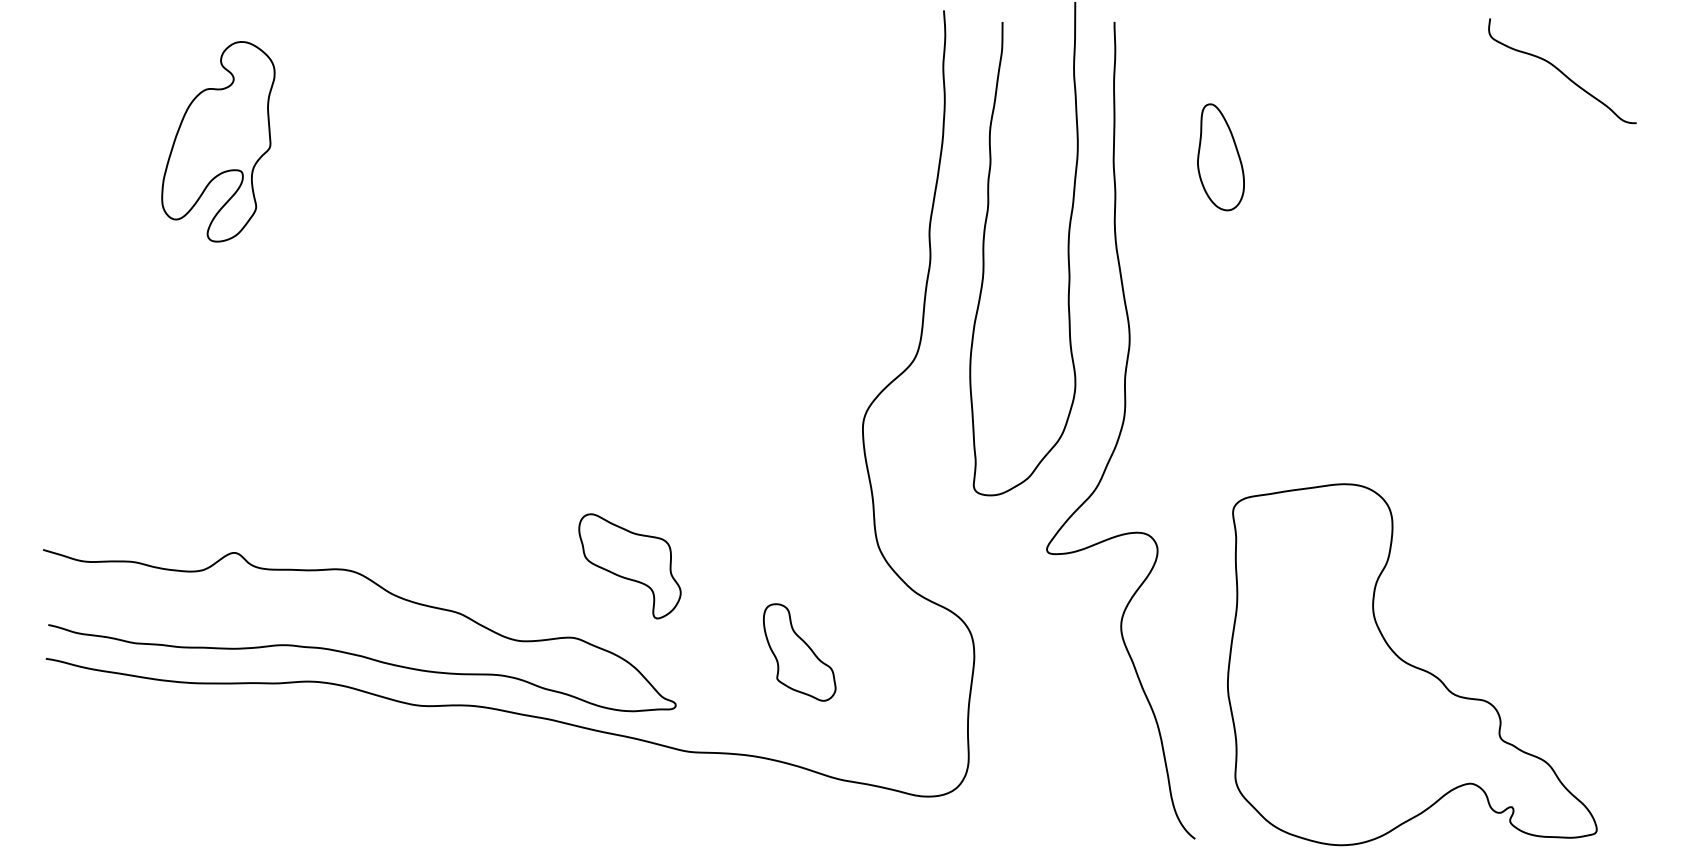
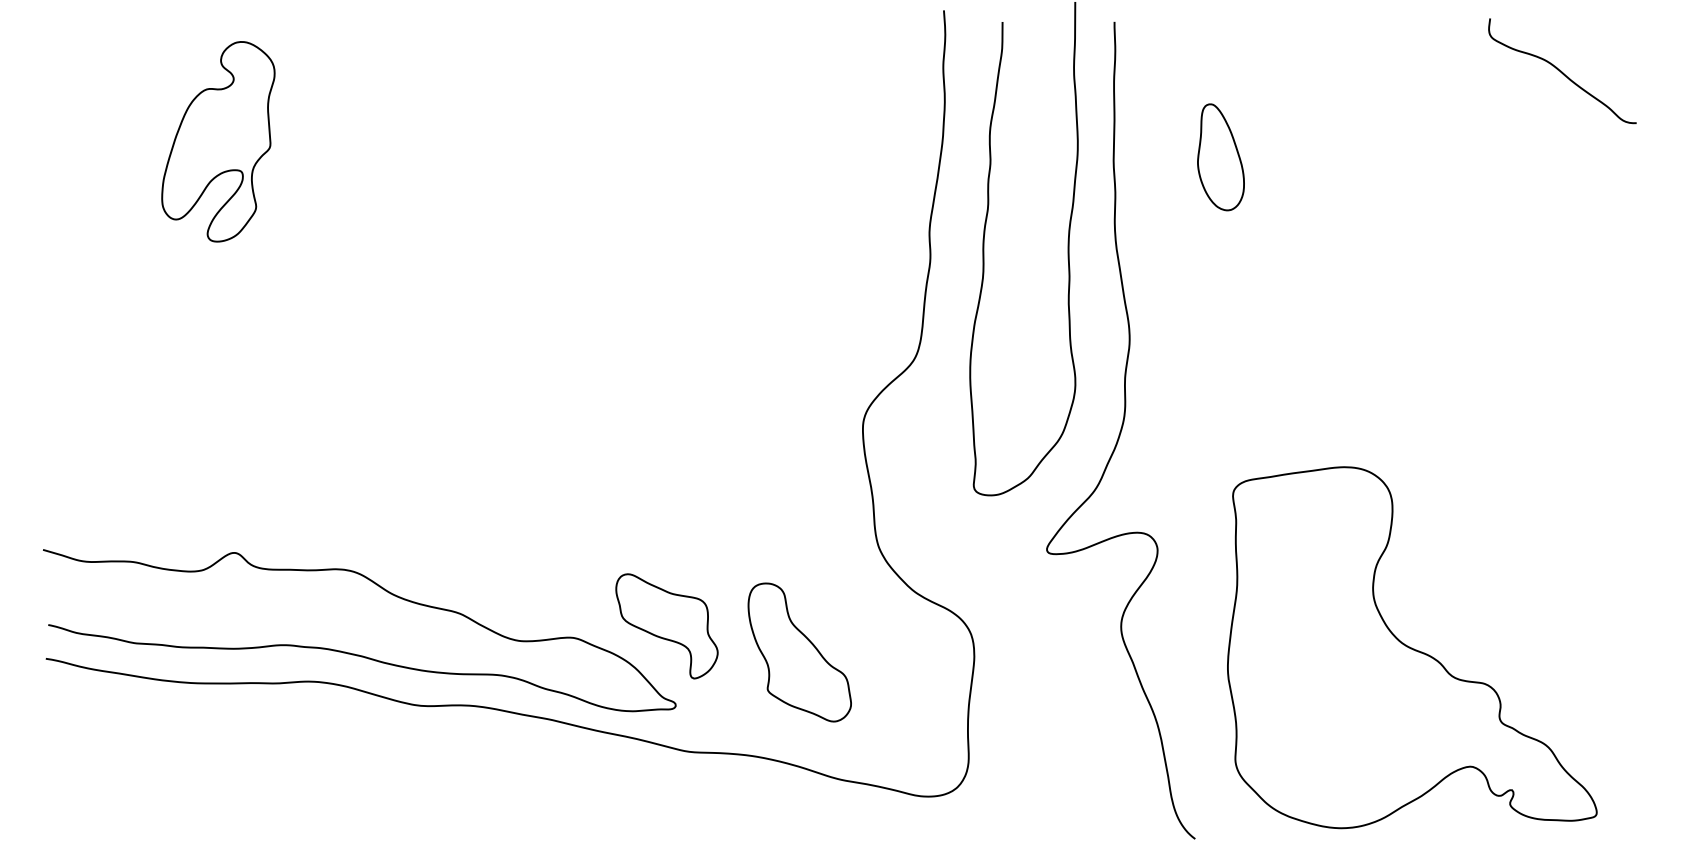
part at (629, 566) position: (629, 566) -> (666, 626)
part at (799, 652) size: 74x99 px -> 105x141 px
part at (1412, 664) position: (1412, 664) -> (1412, 647)
